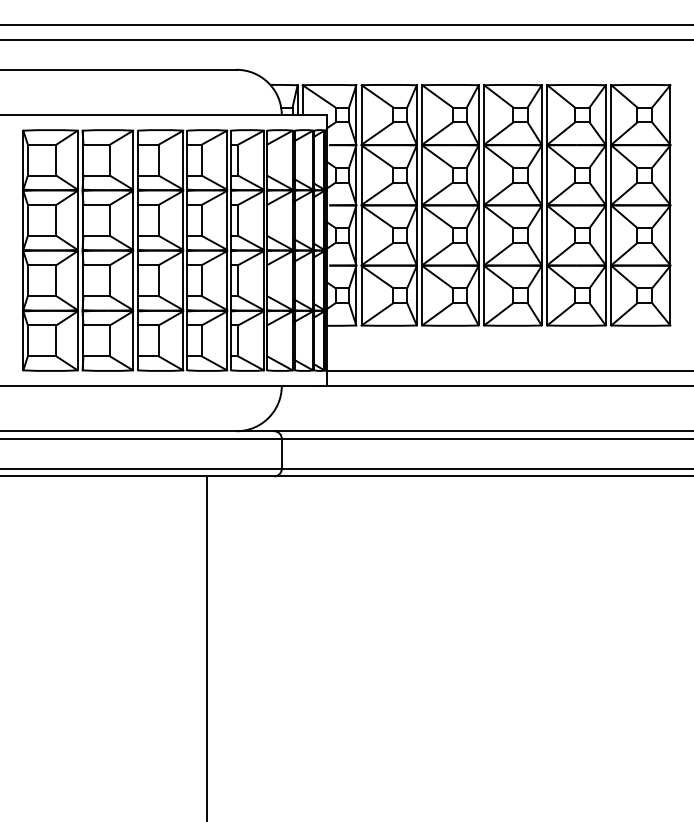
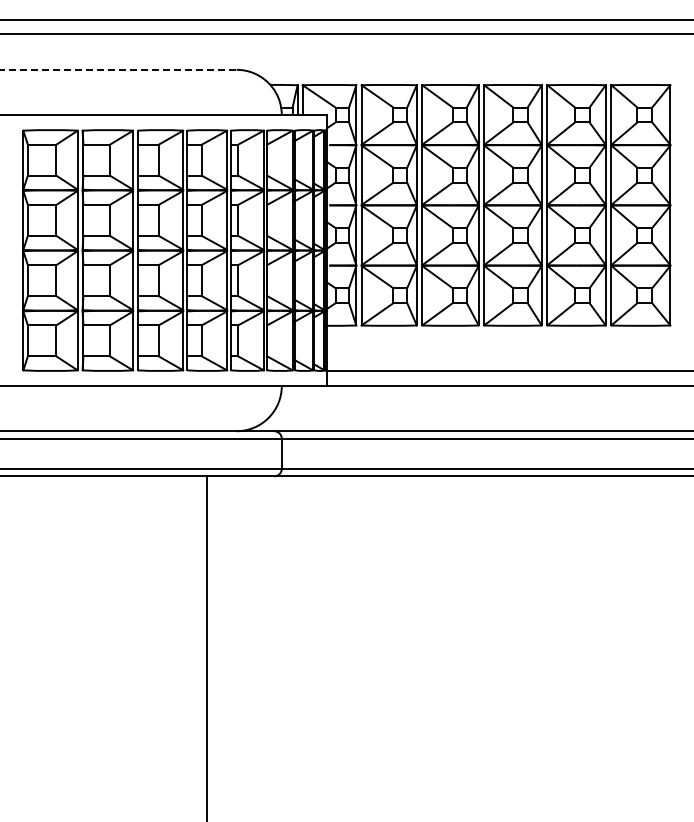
line at (346, 24) position: (346, 24) -> (346, 19)
line at (346, 39) position: (346, 39) -> (346, 33)
line at (118, 69): solid -> dashed
